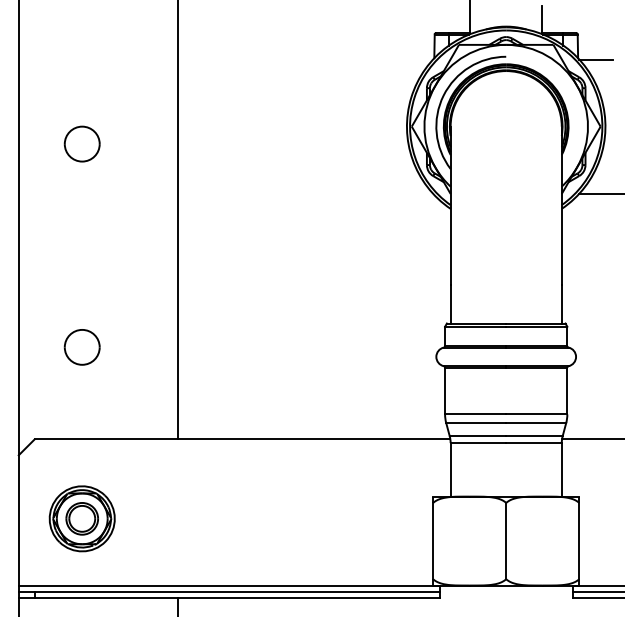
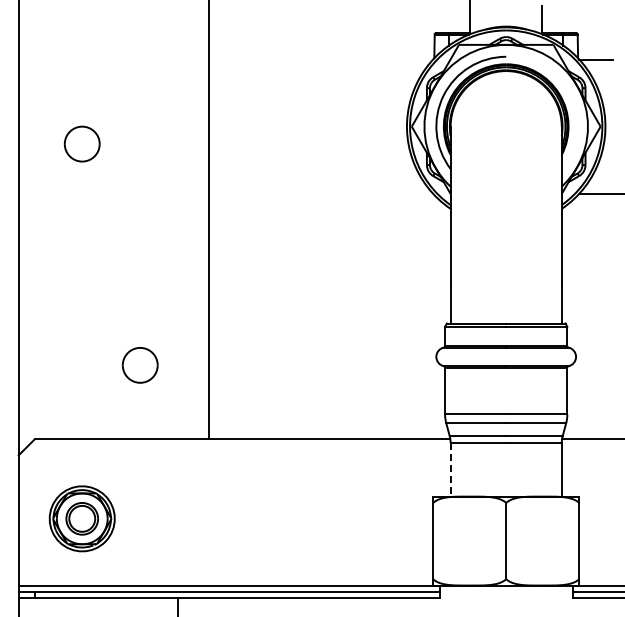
line at (177, 220) position: (177, 220) -> (208, 220)
part at (81, 347) position: (81, 347) -> (139, 365)
line at (450, 469): solid -> dashed
